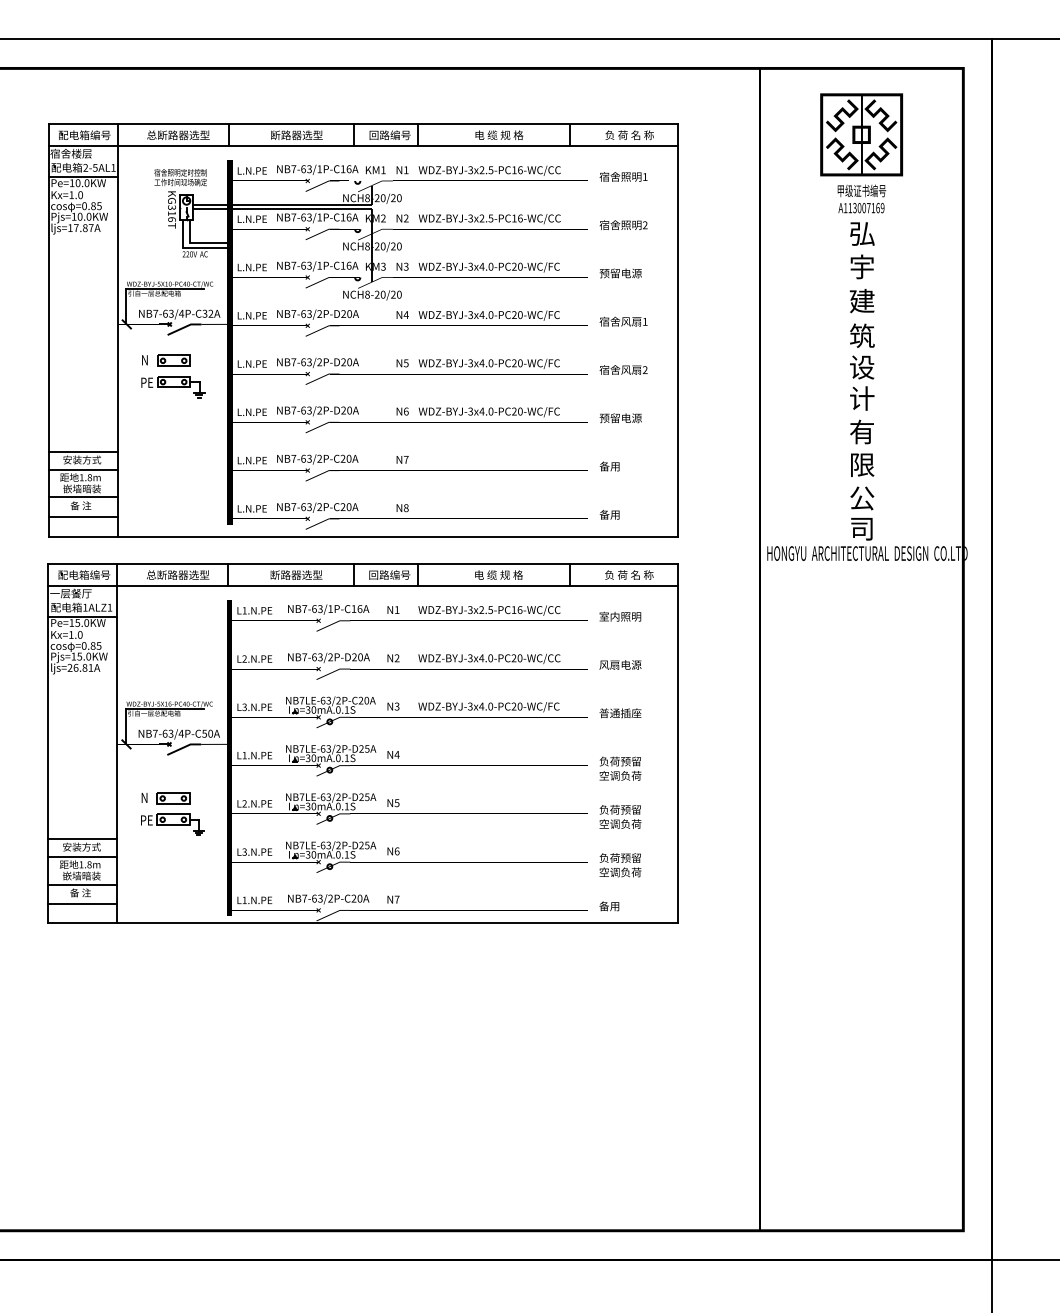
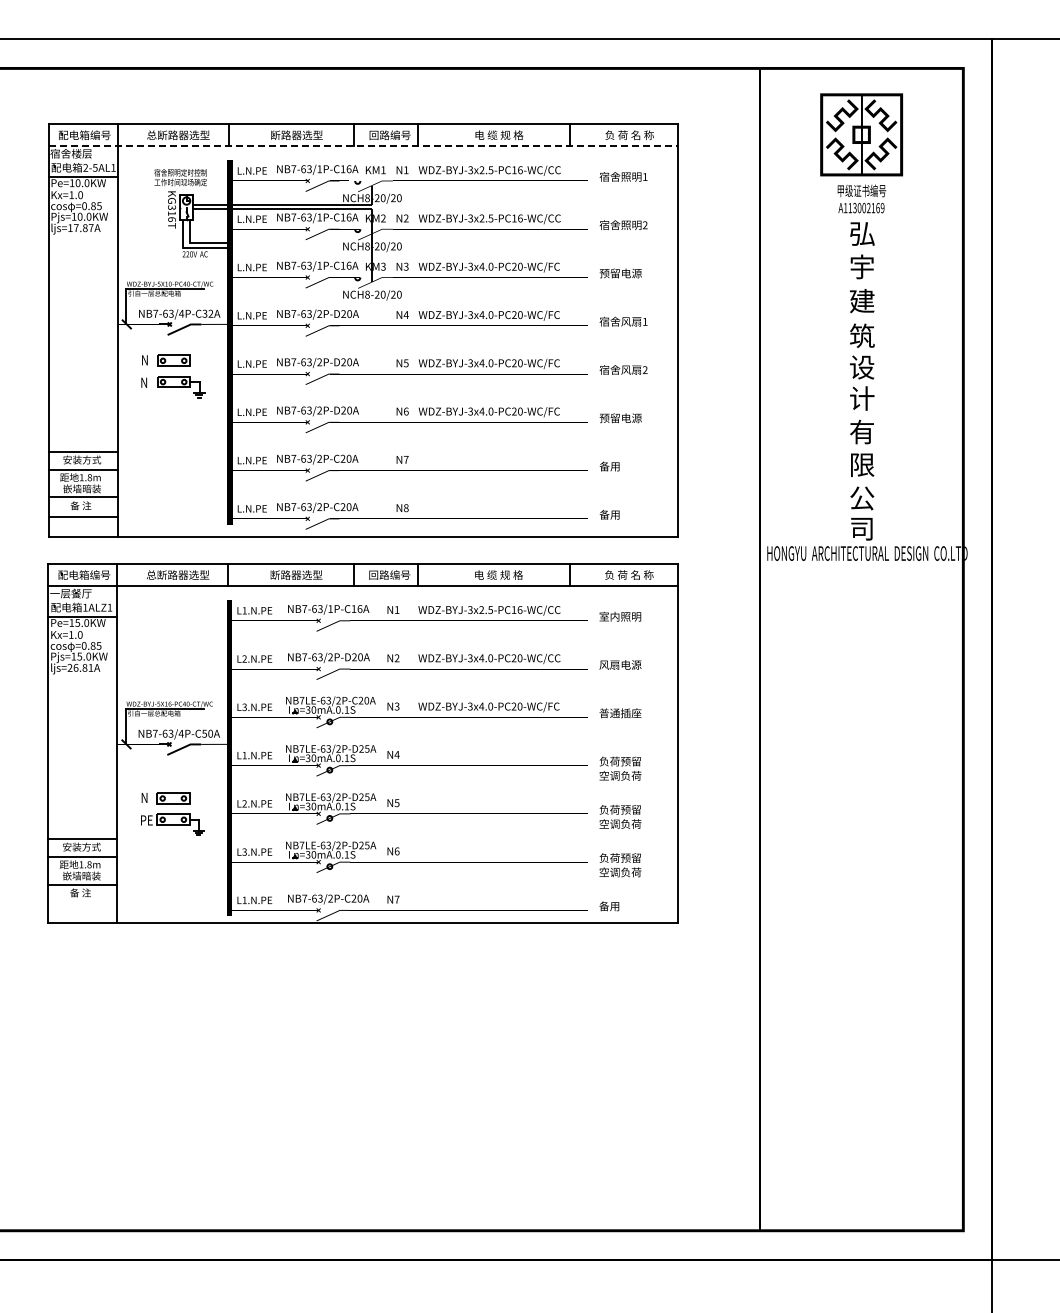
line at (363, 146): solid -> dashed
text at (868, 207): A113007169 -> A113002169
text at (147, 382): PE -> N
line at (82, 904): present -> none
